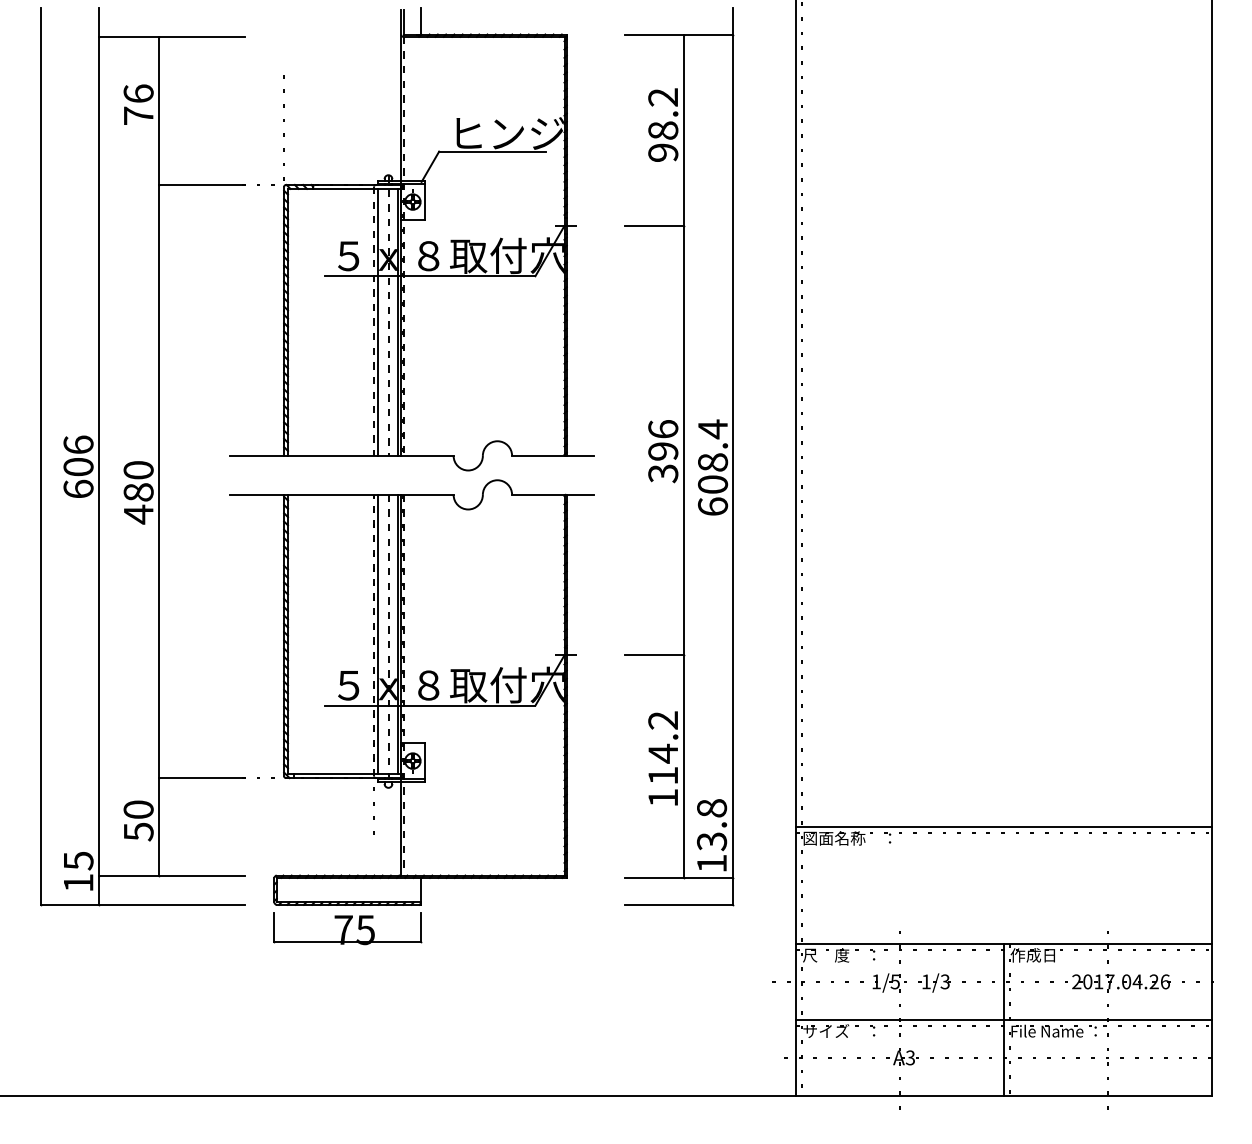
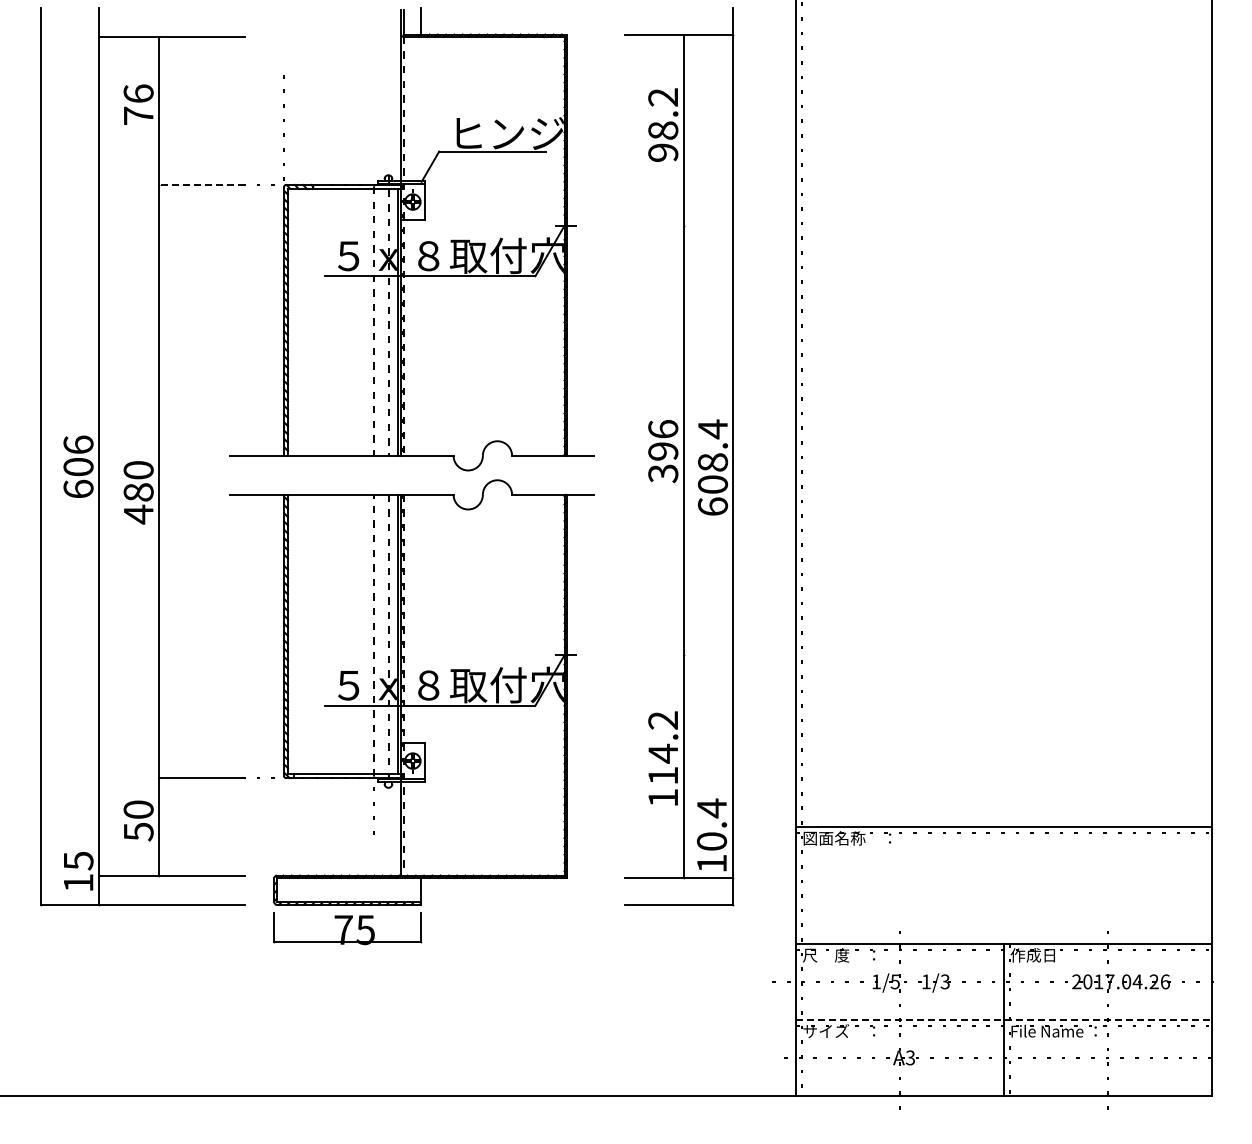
line at (201, 184): solid -> dashed
line at (654, 225): present -> none
line at (377, 321): present -> none
line at (377, 634): present -> none
line at (654, 655): present -> none
text at (712, 824): 13.8 -> 10.4
line at (1004, 1019): solid -> dashed
